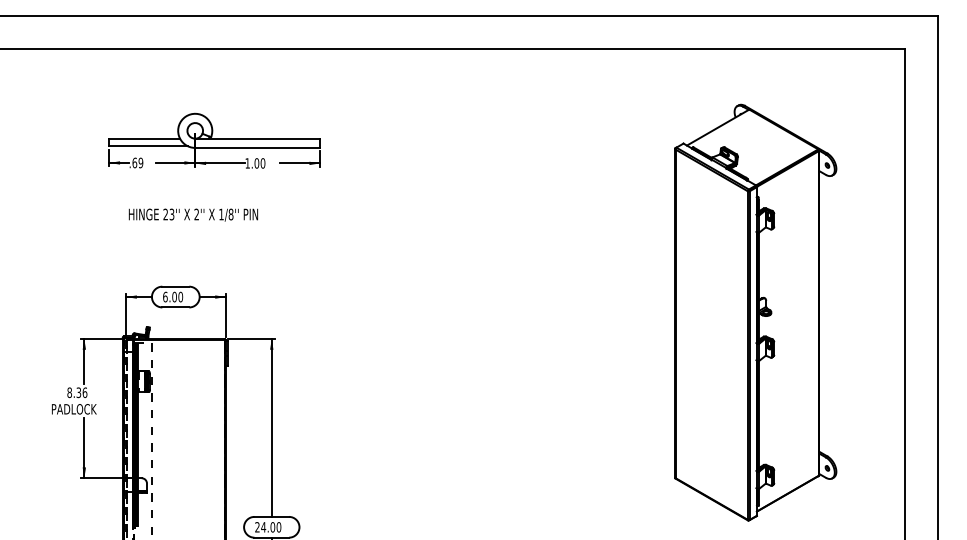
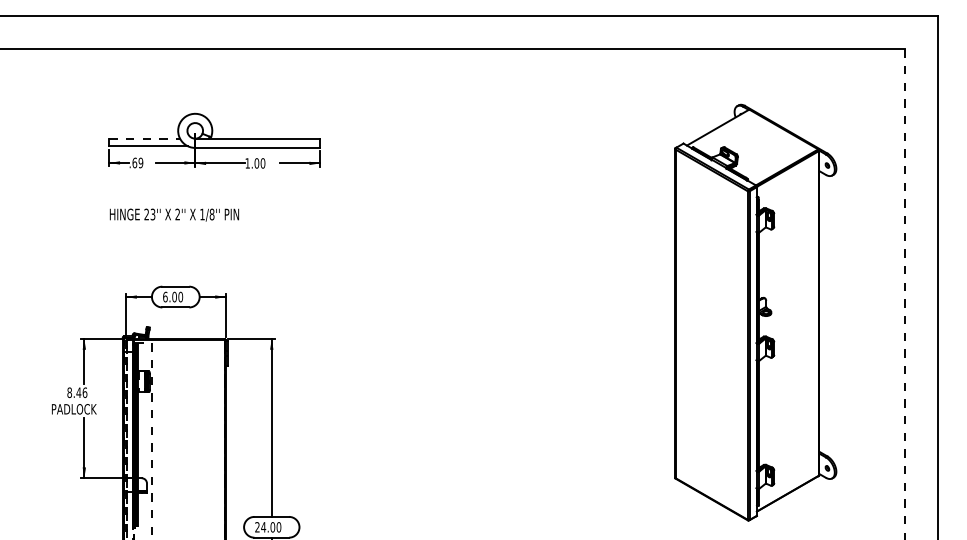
line at (145, 138): solid -> dashed
text at (192, 214) position: (192, 214) -> (173, 214)
line at (905, 294): solid -> dashed
text at (78, 392): 8.36 -> 8.46
